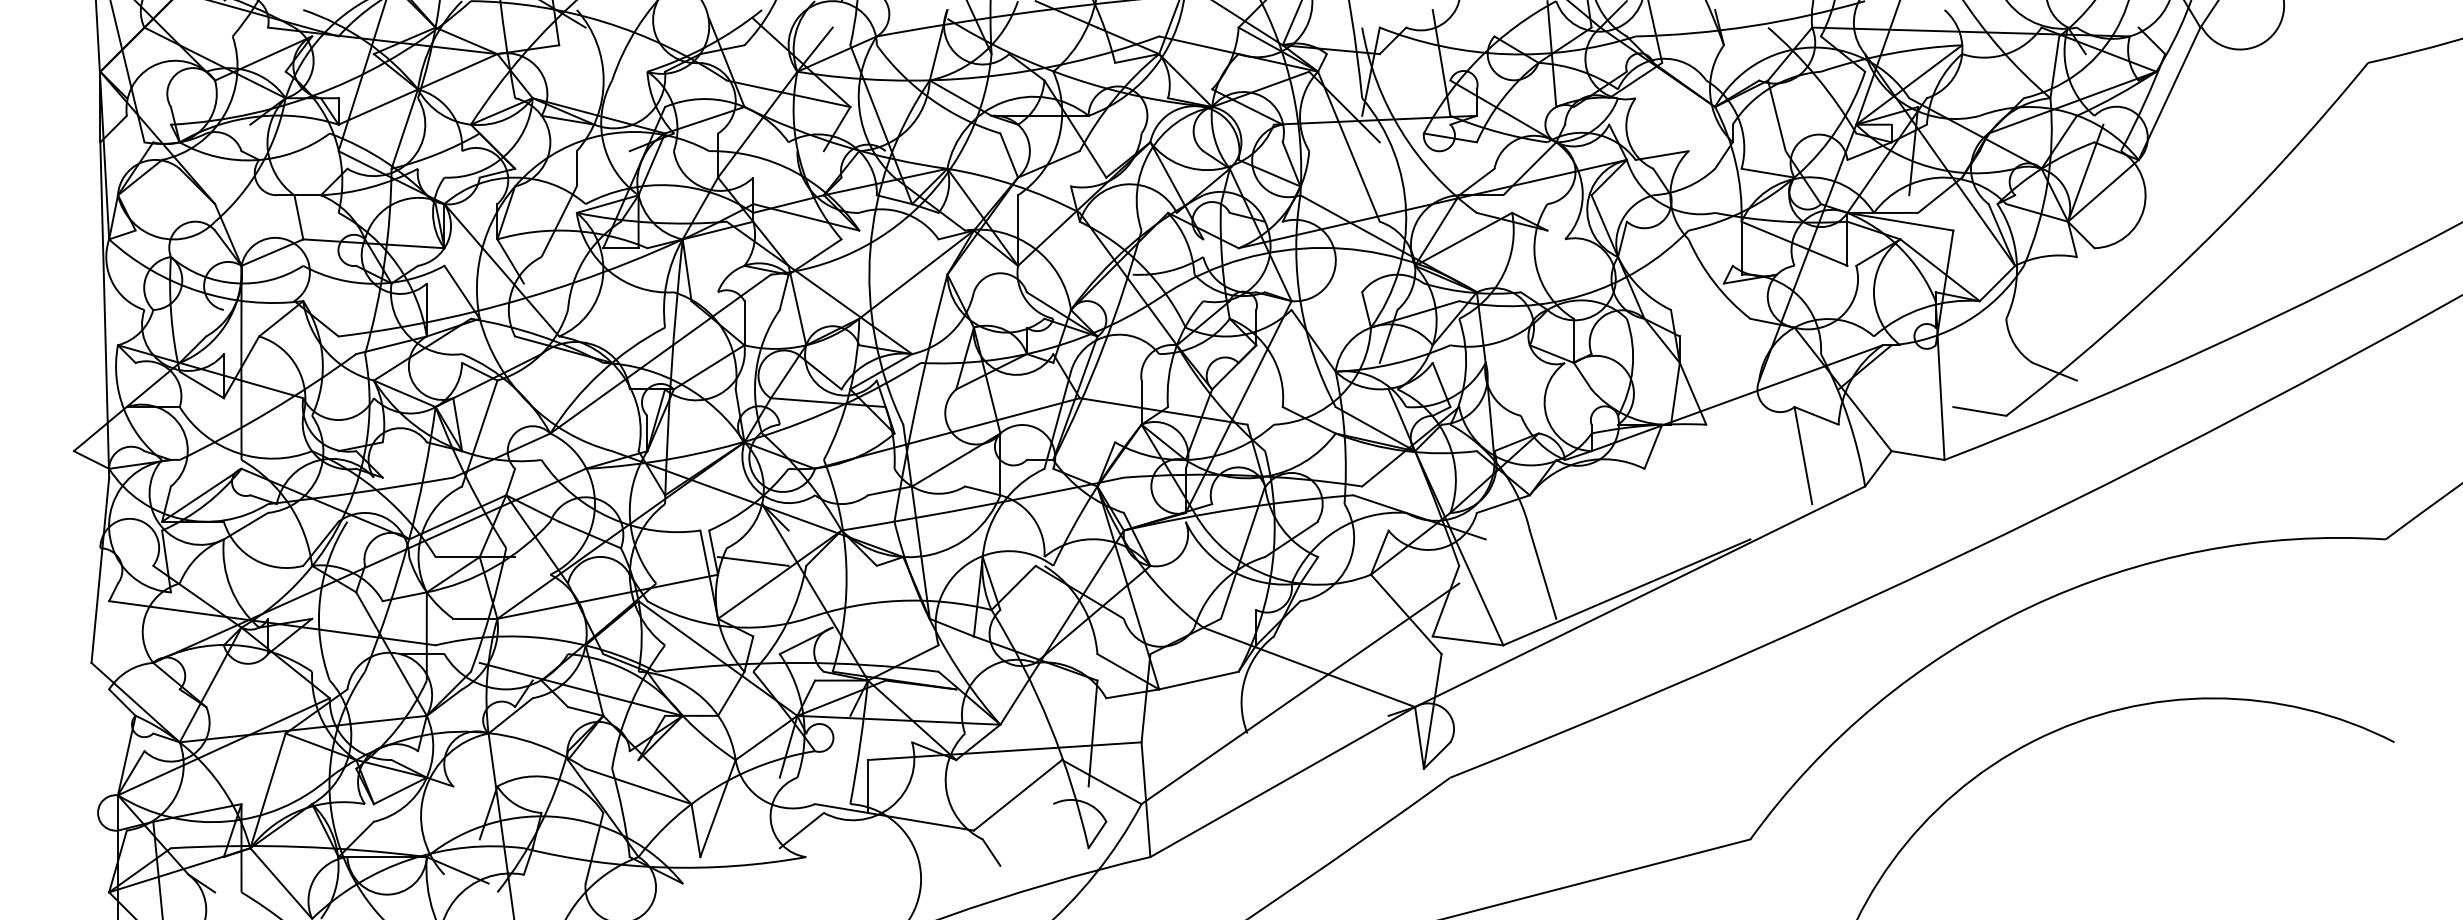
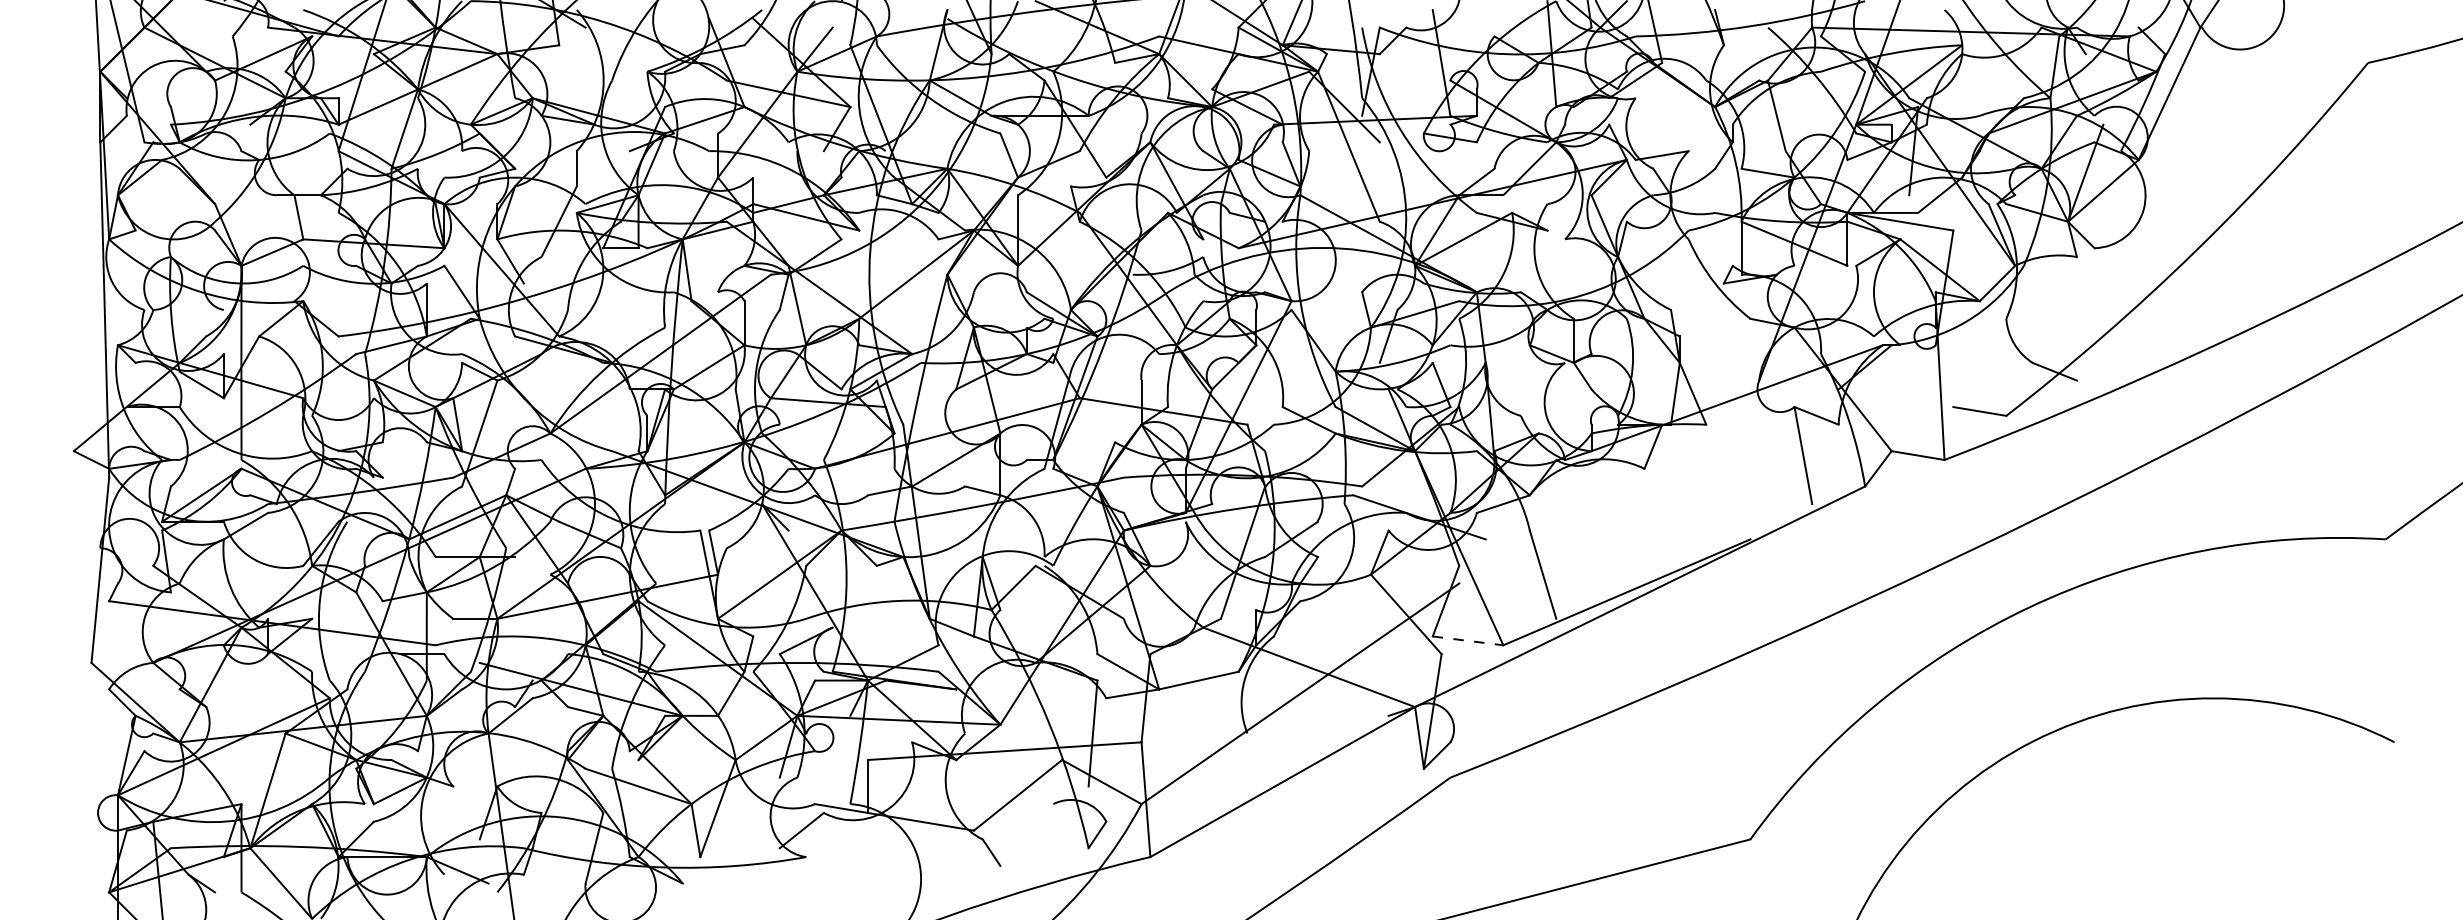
line at (753, 561): present -> none
line at (1468, 640): solid -> dashed
